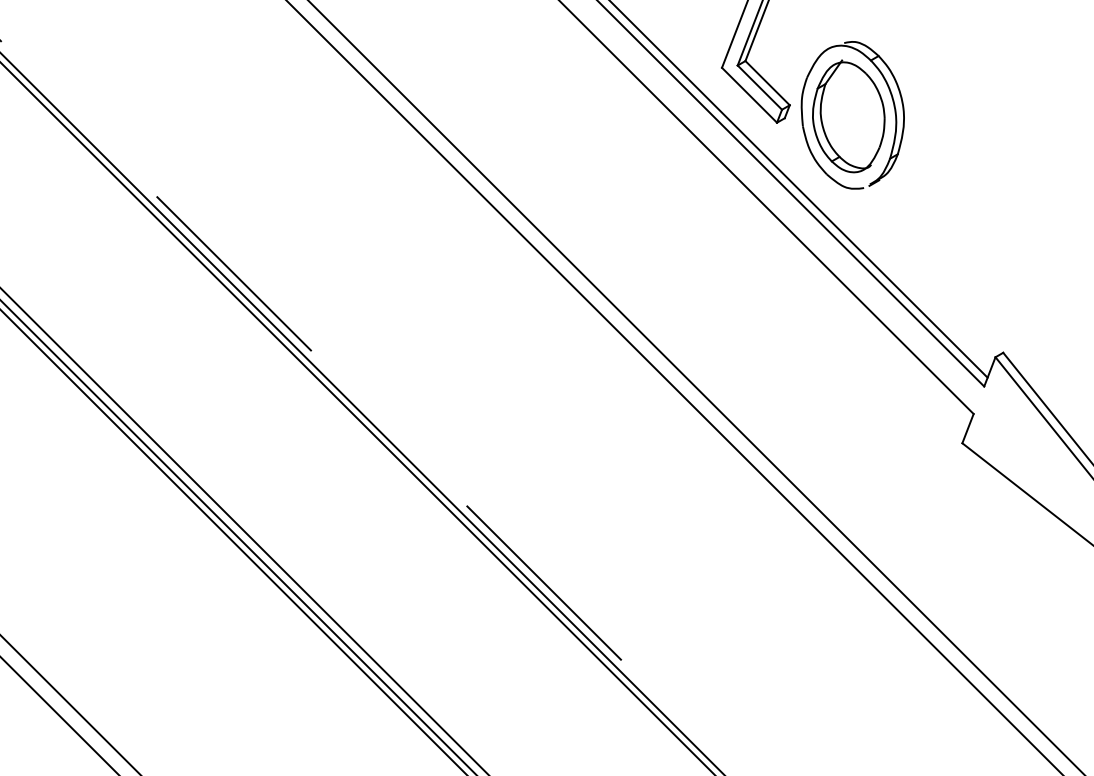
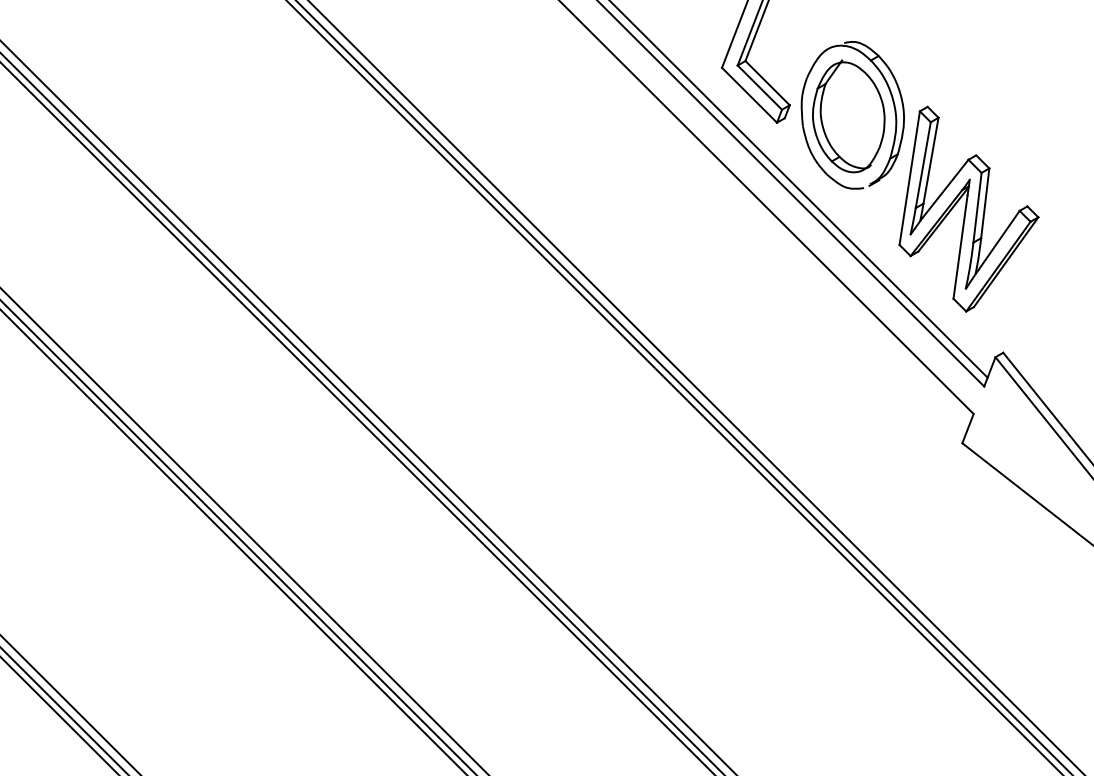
part at (968, 208): none -> present
line at (683, 387): none -> present
line at (369, 408): dashed -> solid
line at (64, 710): none -> present
